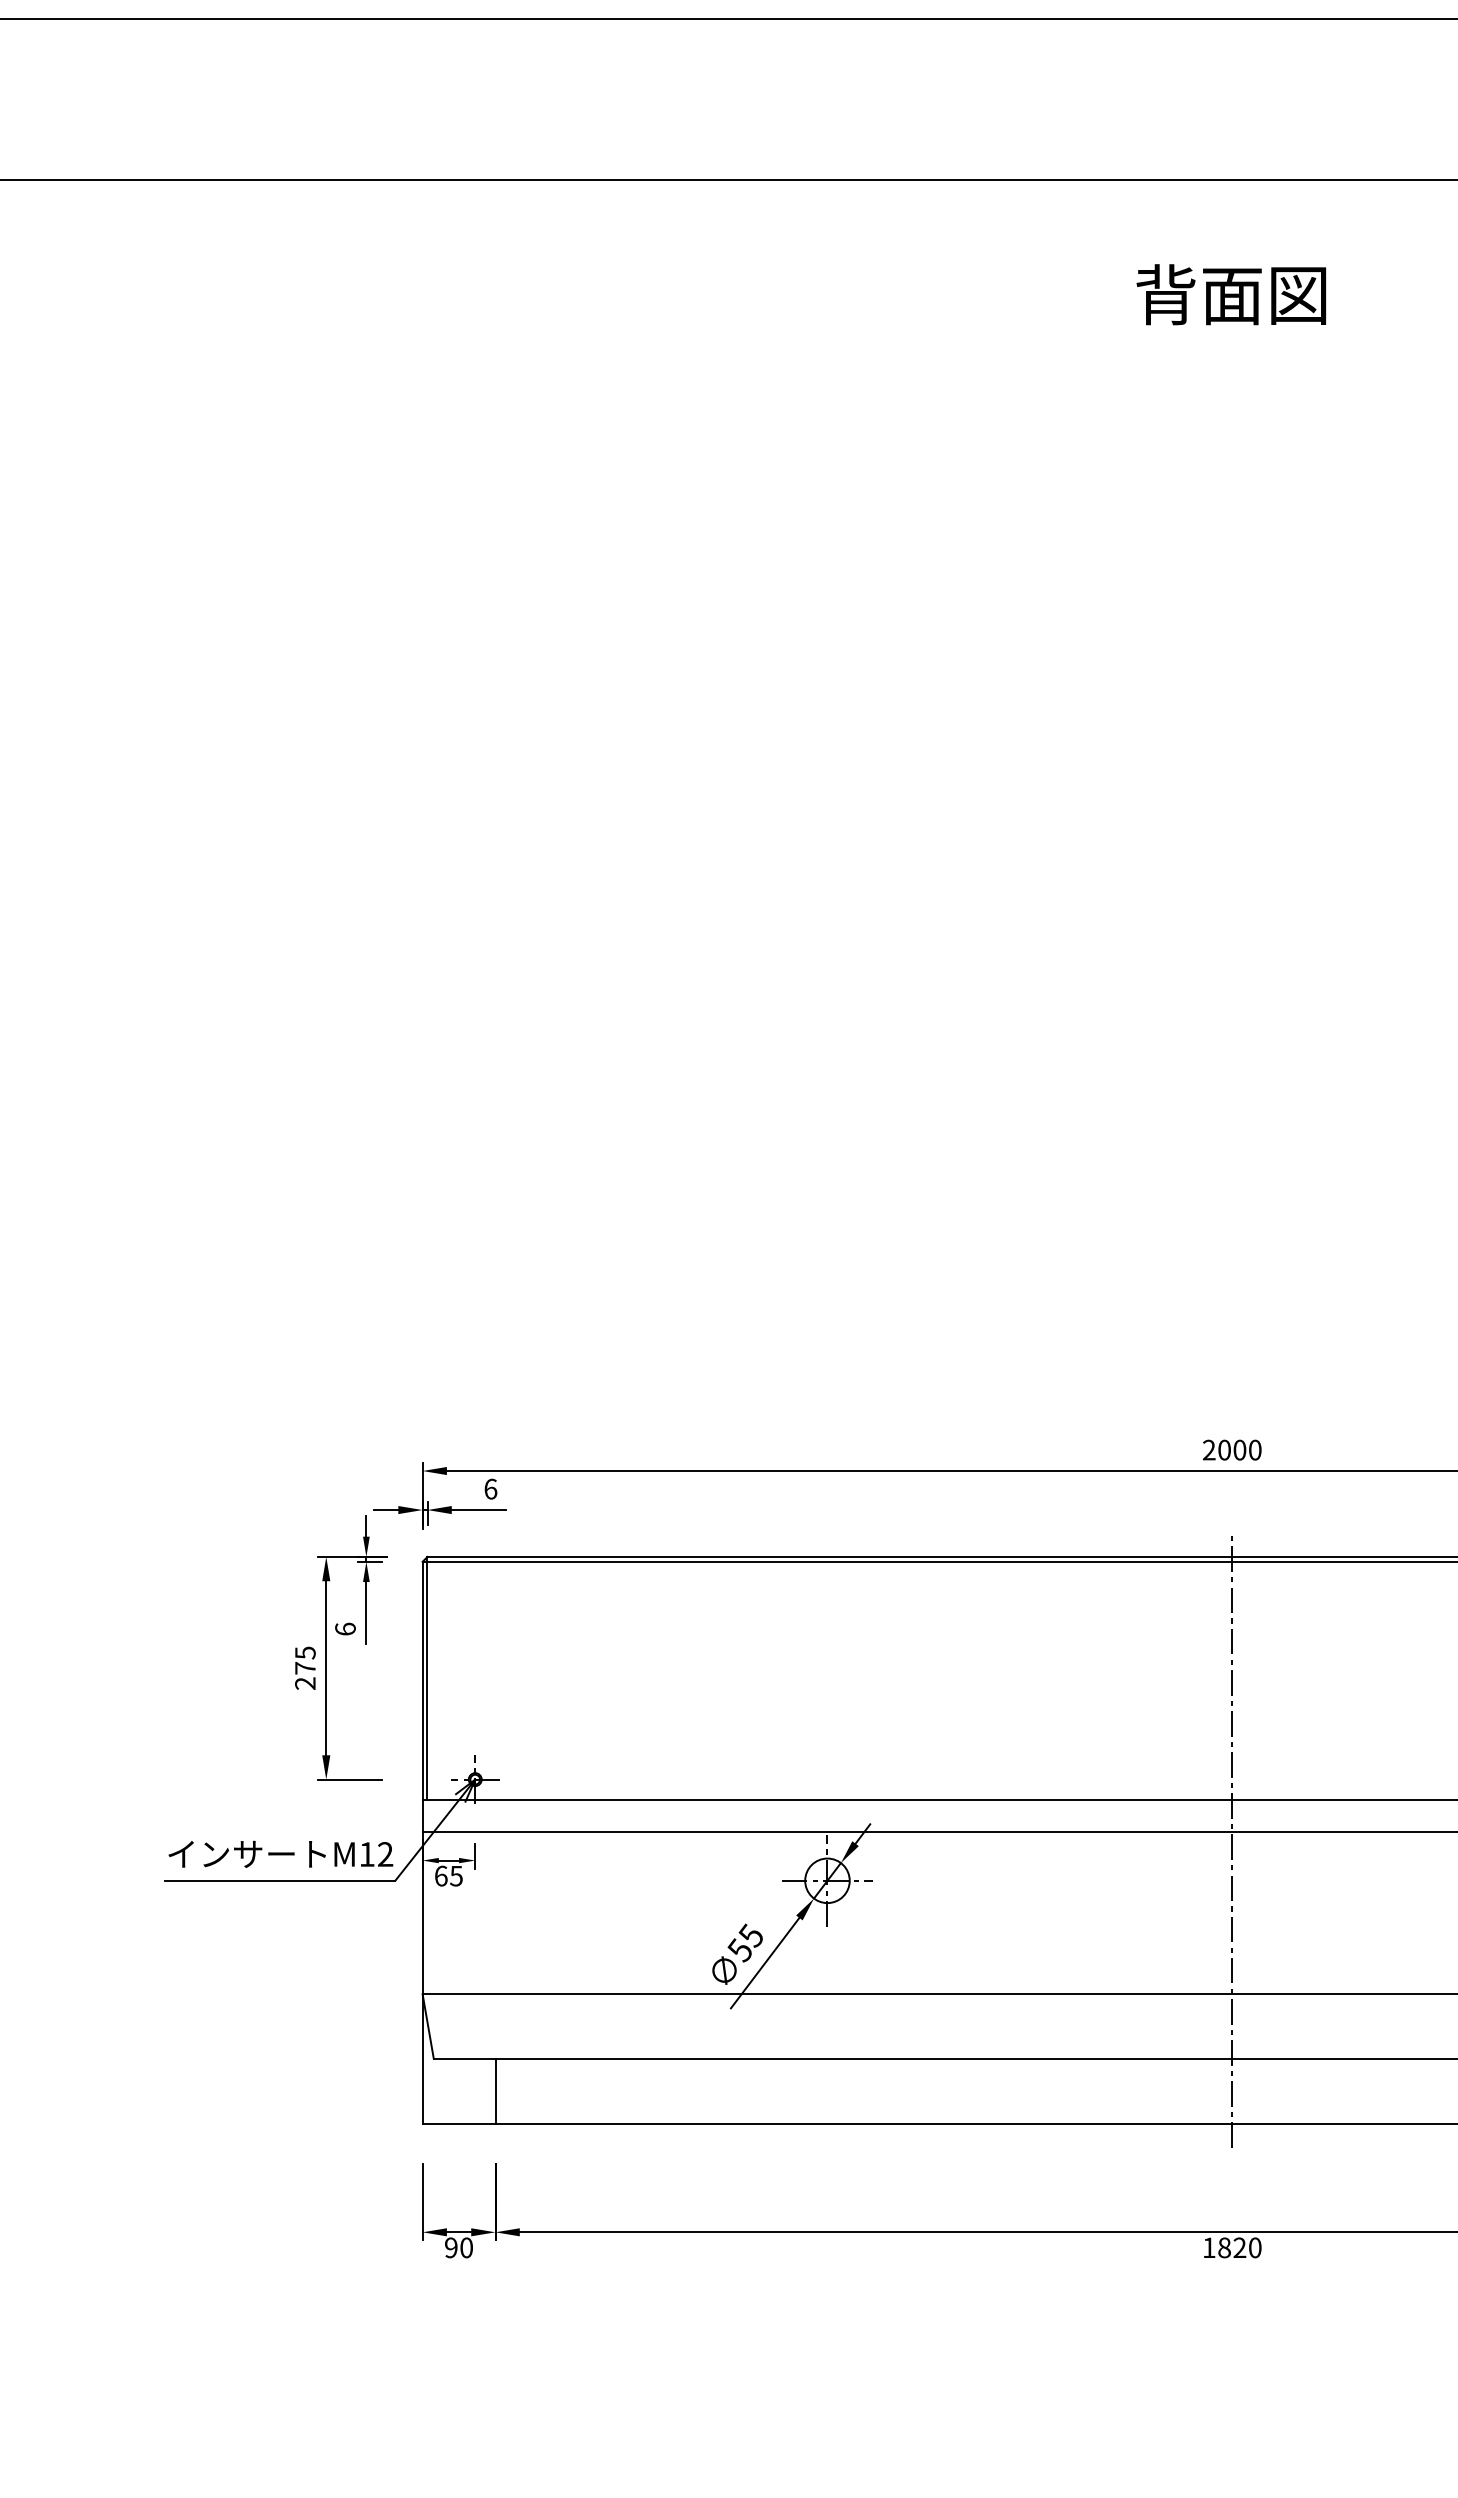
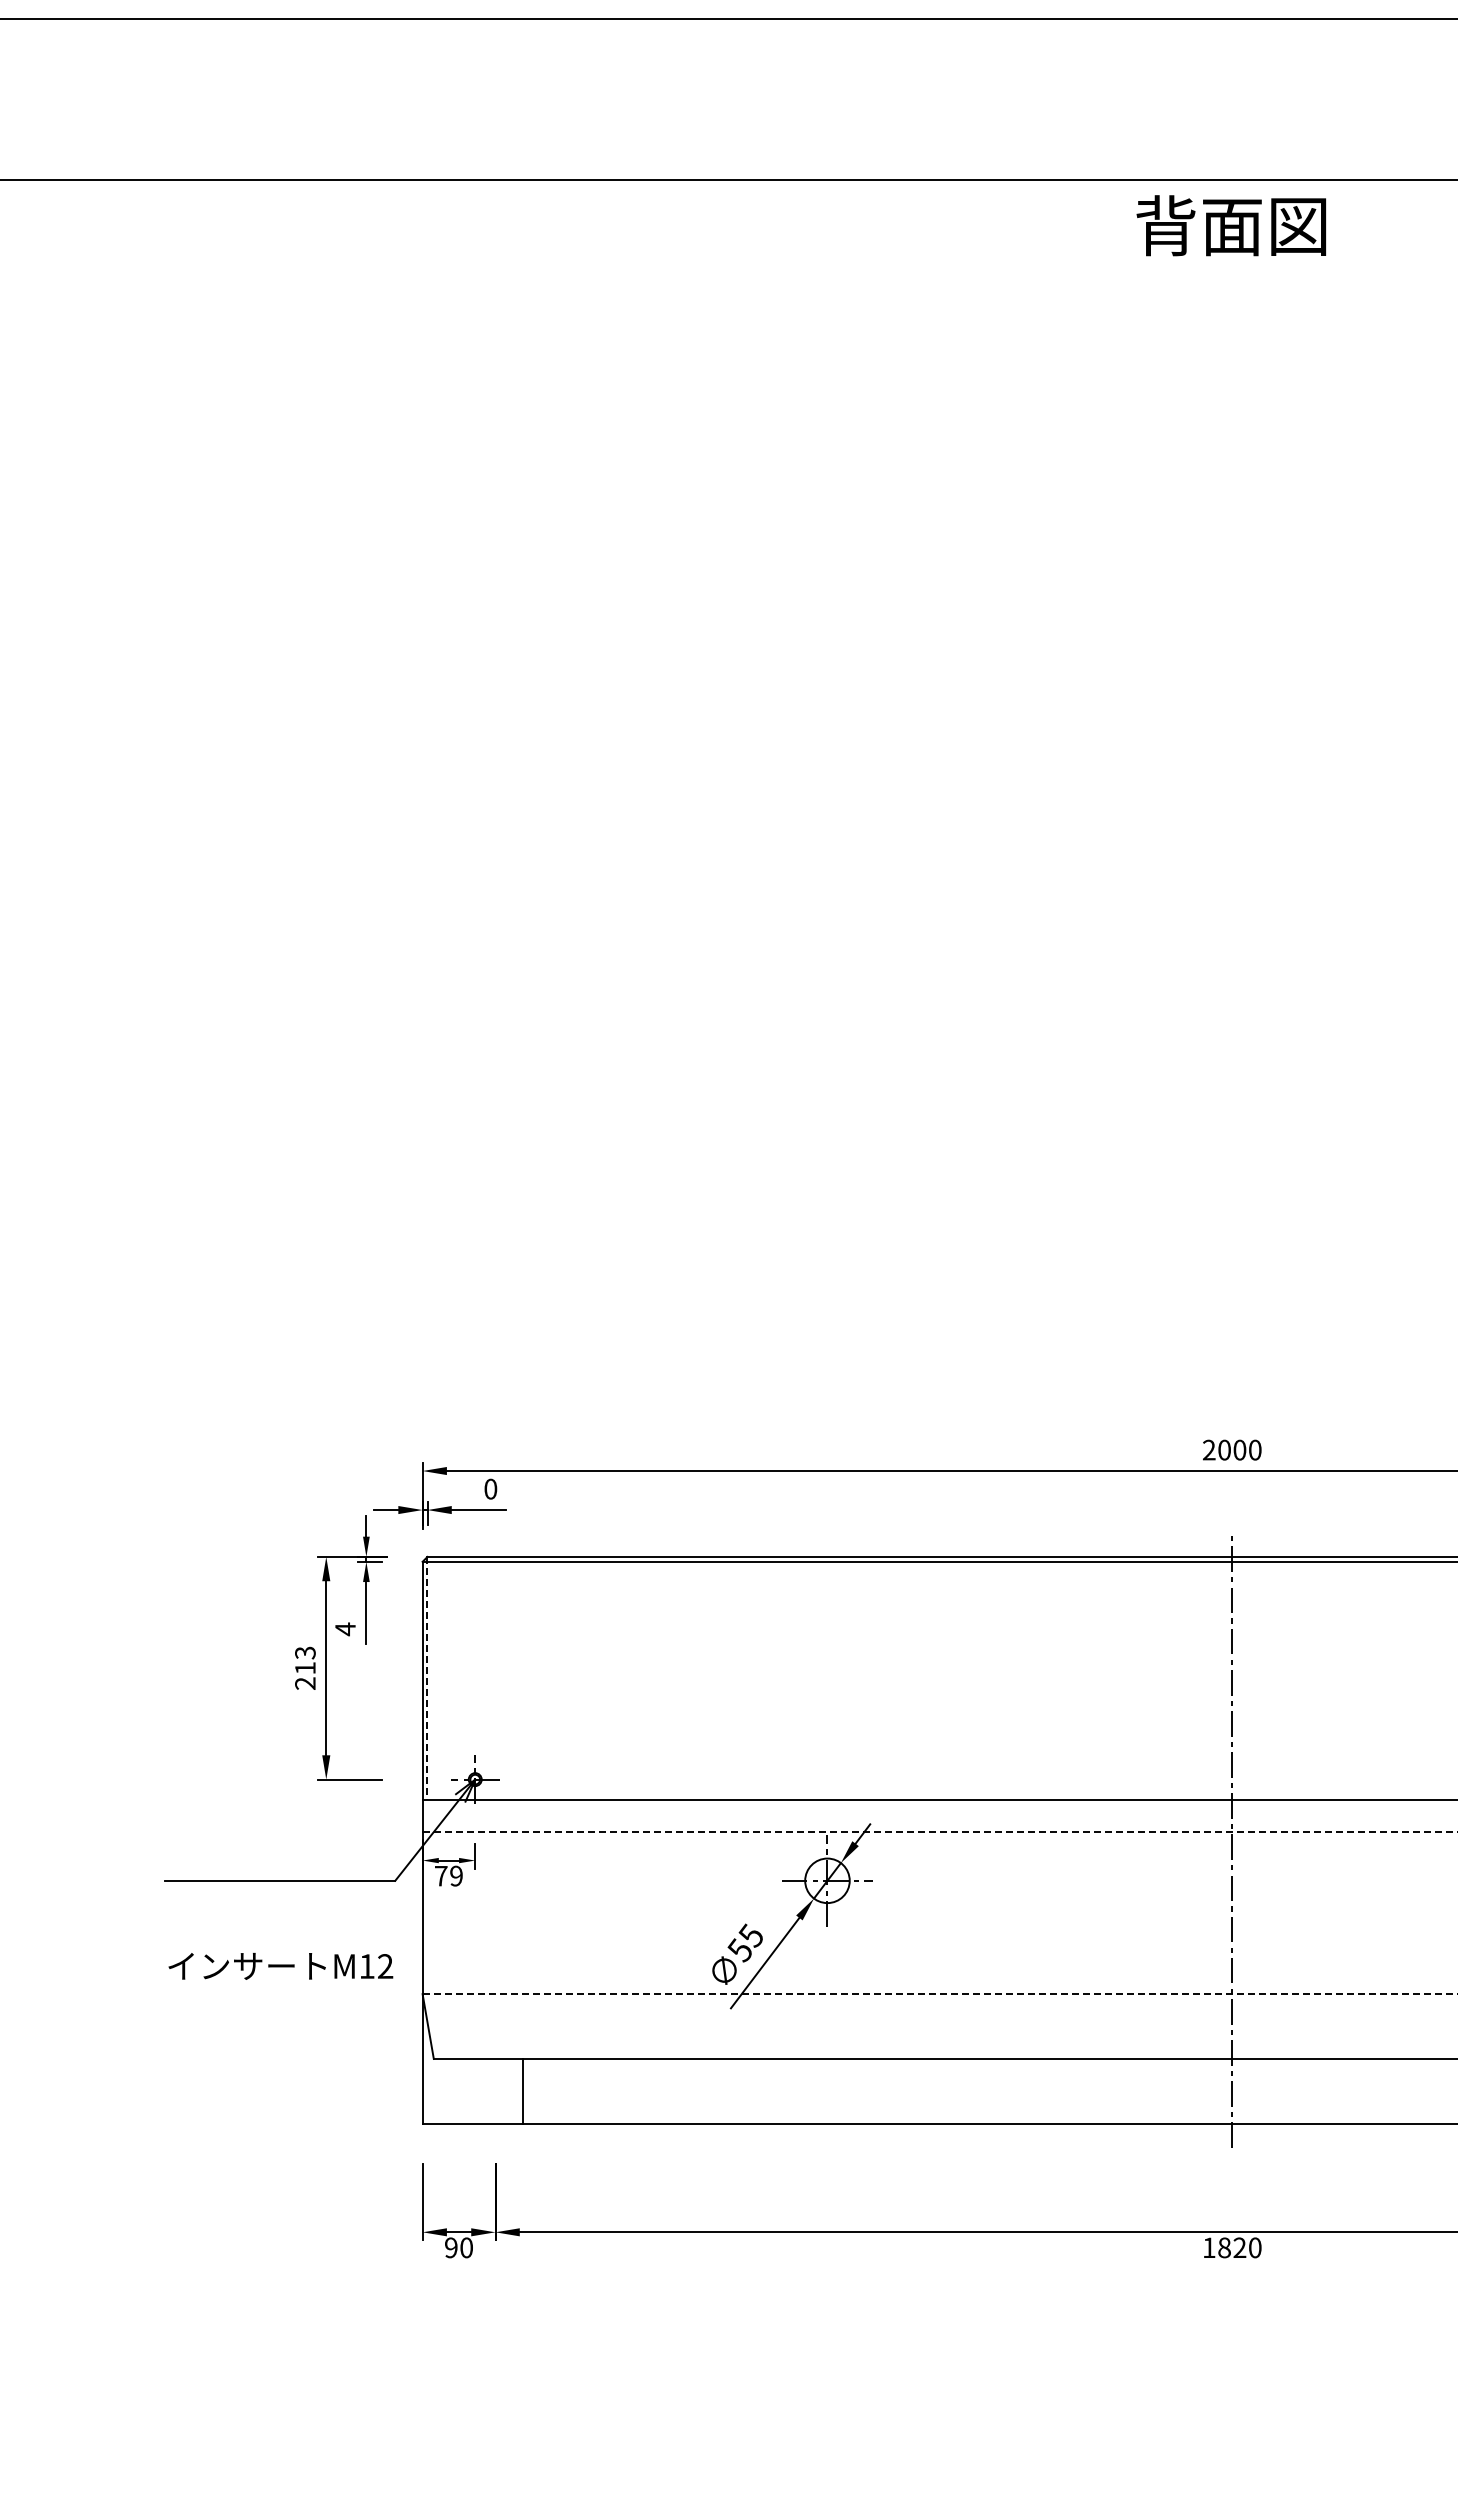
text at (1230, 294) position: (1230, 294) -> (1230, 225)
text at (490, 1488): 6 -> 0
text at (345, 1629): 6 -> 4
text at (305, 1660): 275 -> 213
line at (427, 1678): solid -> dashed
line at (940, 1832): solid -> dashed
text at (280, 1854) position: (280, 1854) -> (280, 1966)
text at (448, 1875): 65 -> 79
line at (940, 1994): solid -> dashed
line at (495, 2090) position: (495, 2090) -> (522, 2090)
